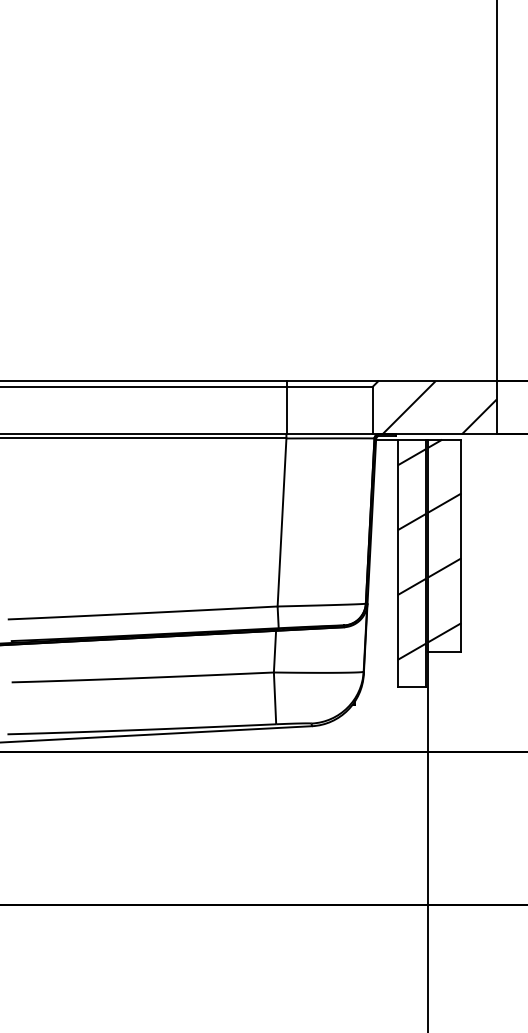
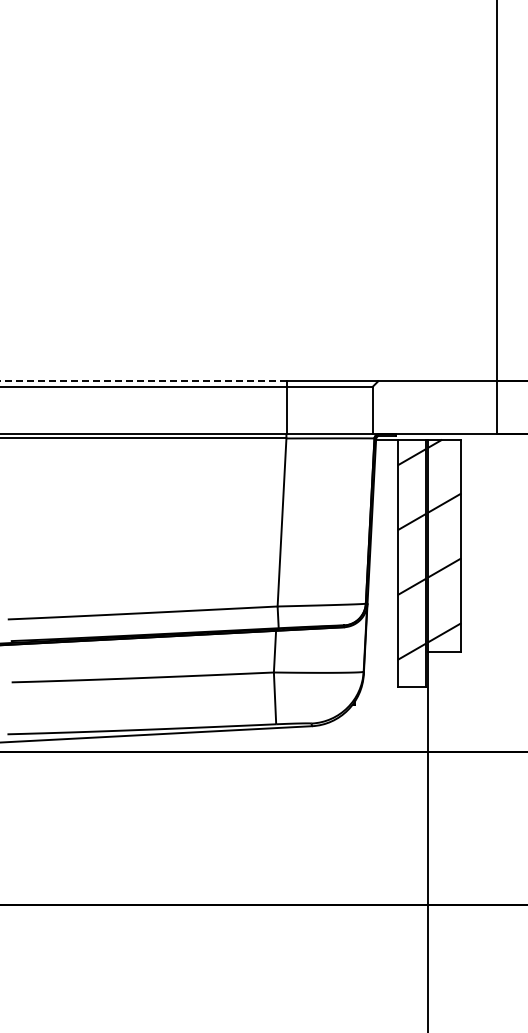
line at (143, 381): solid -> dashed
hatch at (439, 407): present -> none
